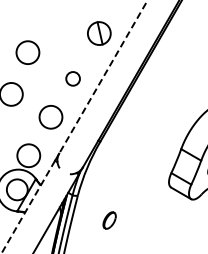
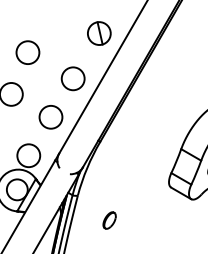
line at (103, 77): dashed -> solid
circle at (72, 78) size: 16x16 px -> 26x26 px
line at (28, 207): dashed -> solid
